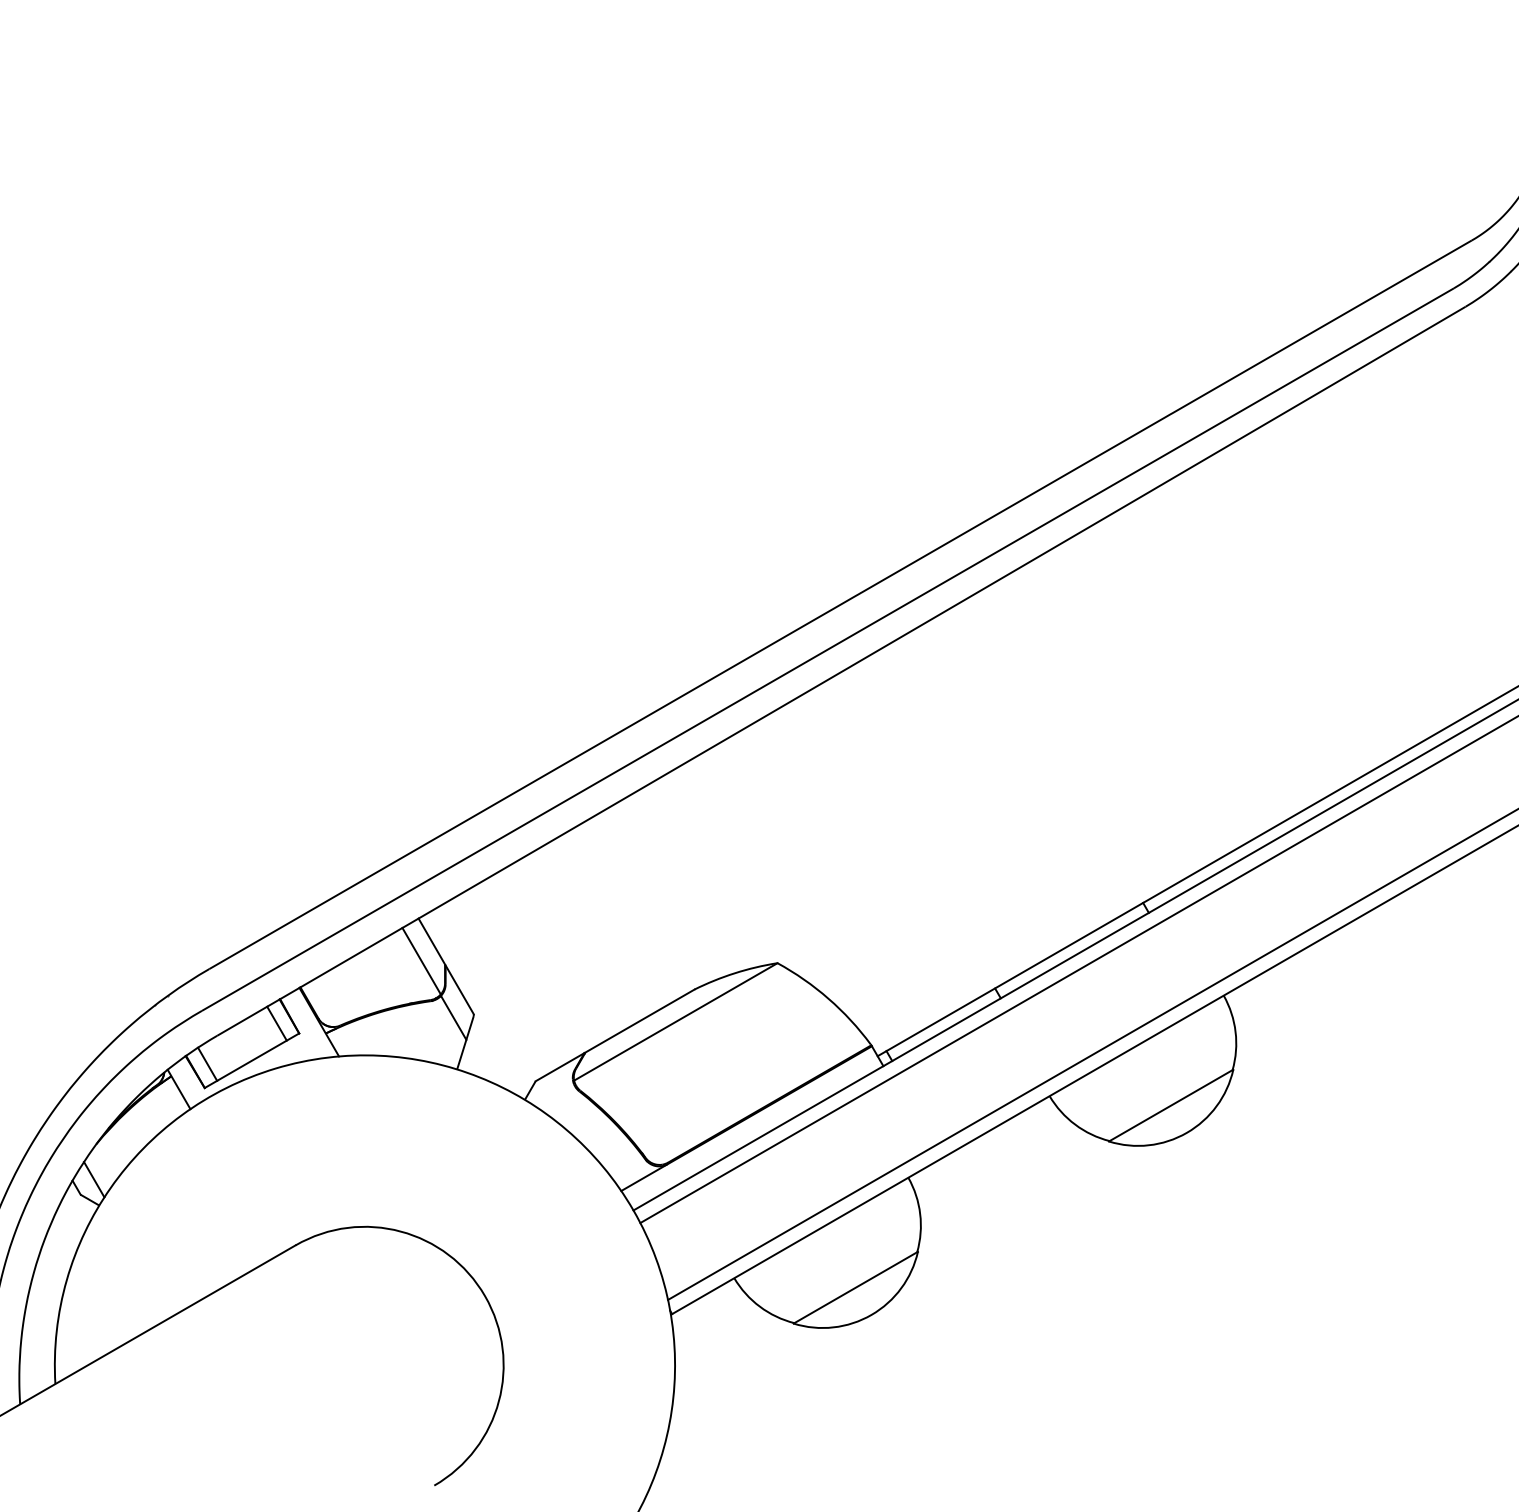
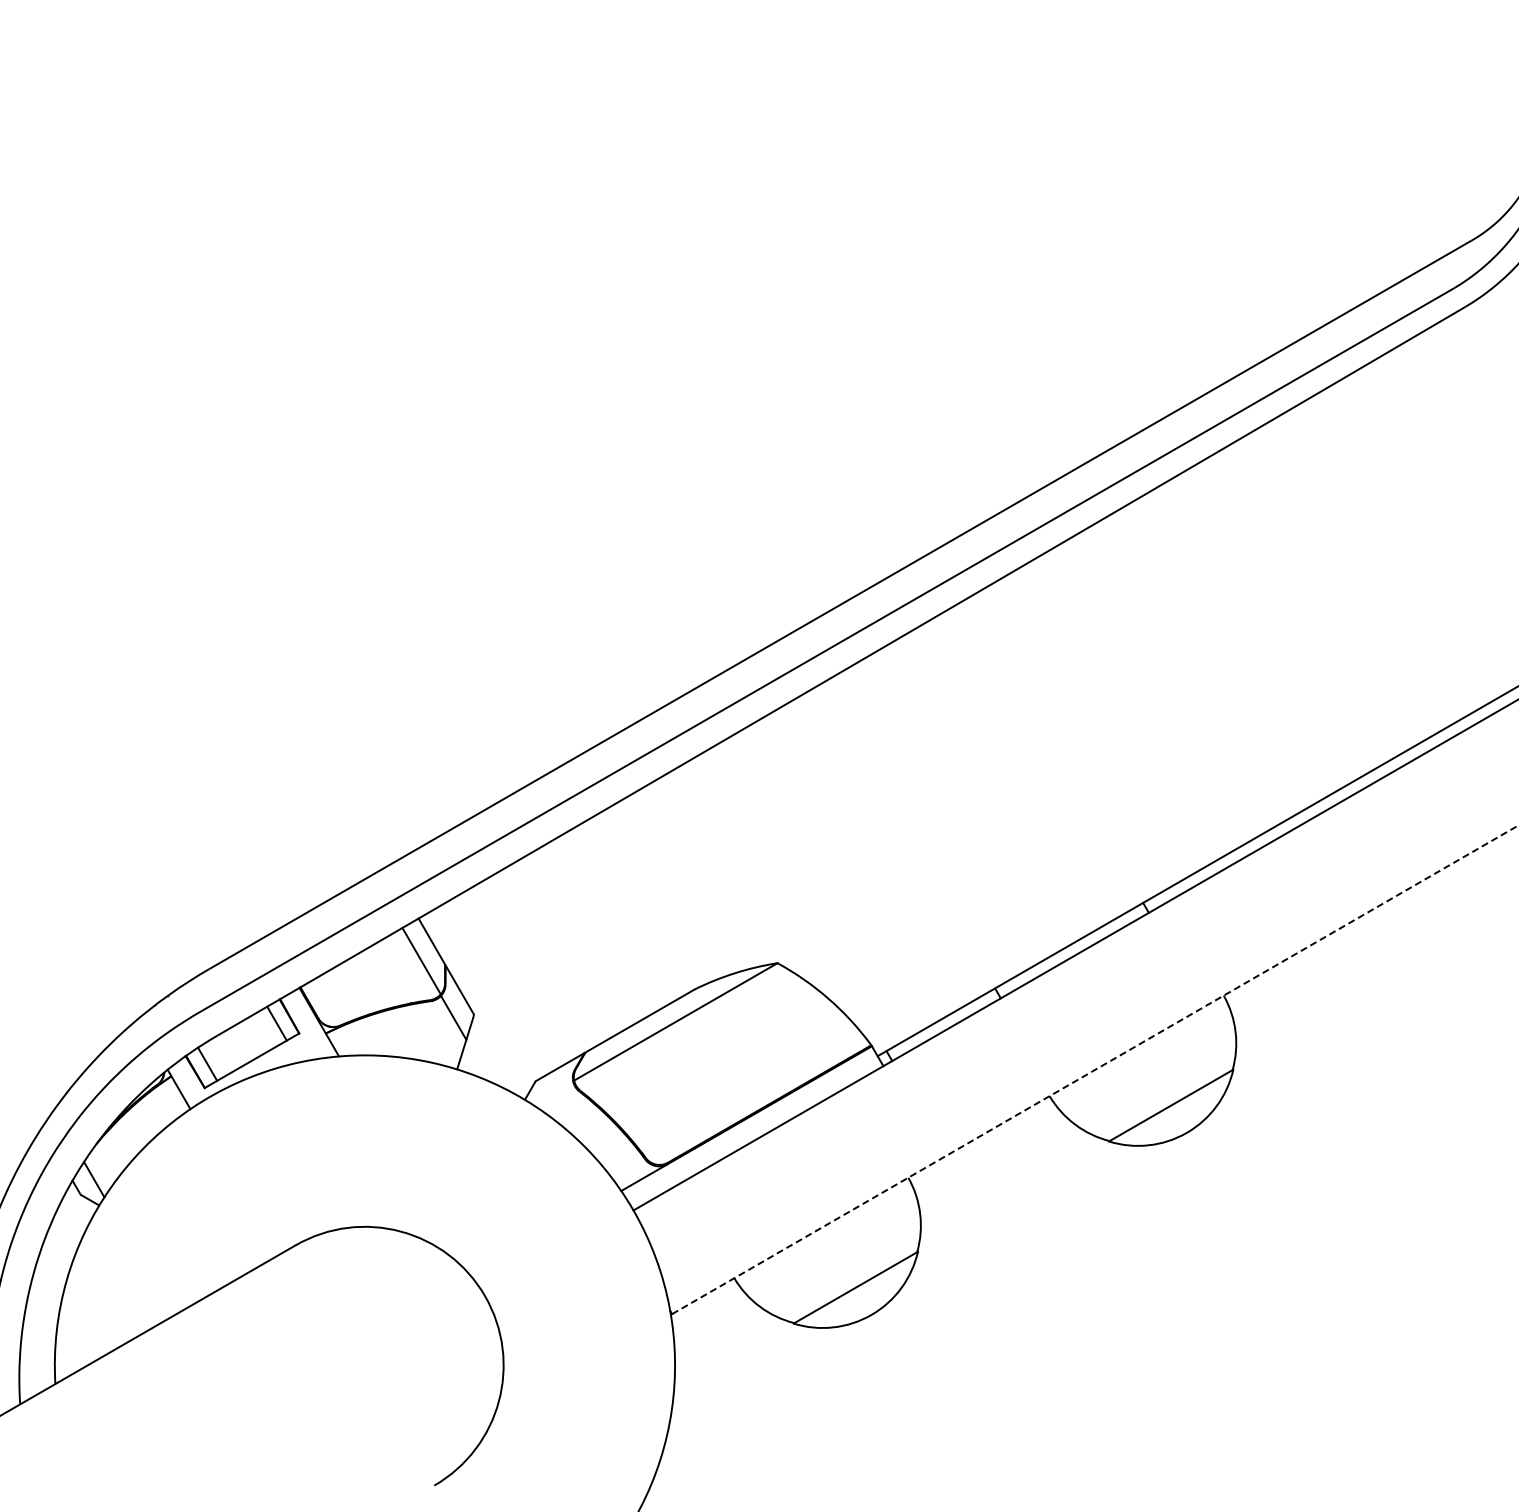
line at (1077, 970): present -> none
line at (1091, 1054): present -> none
line at (1095, 1069): solid -> dashed
